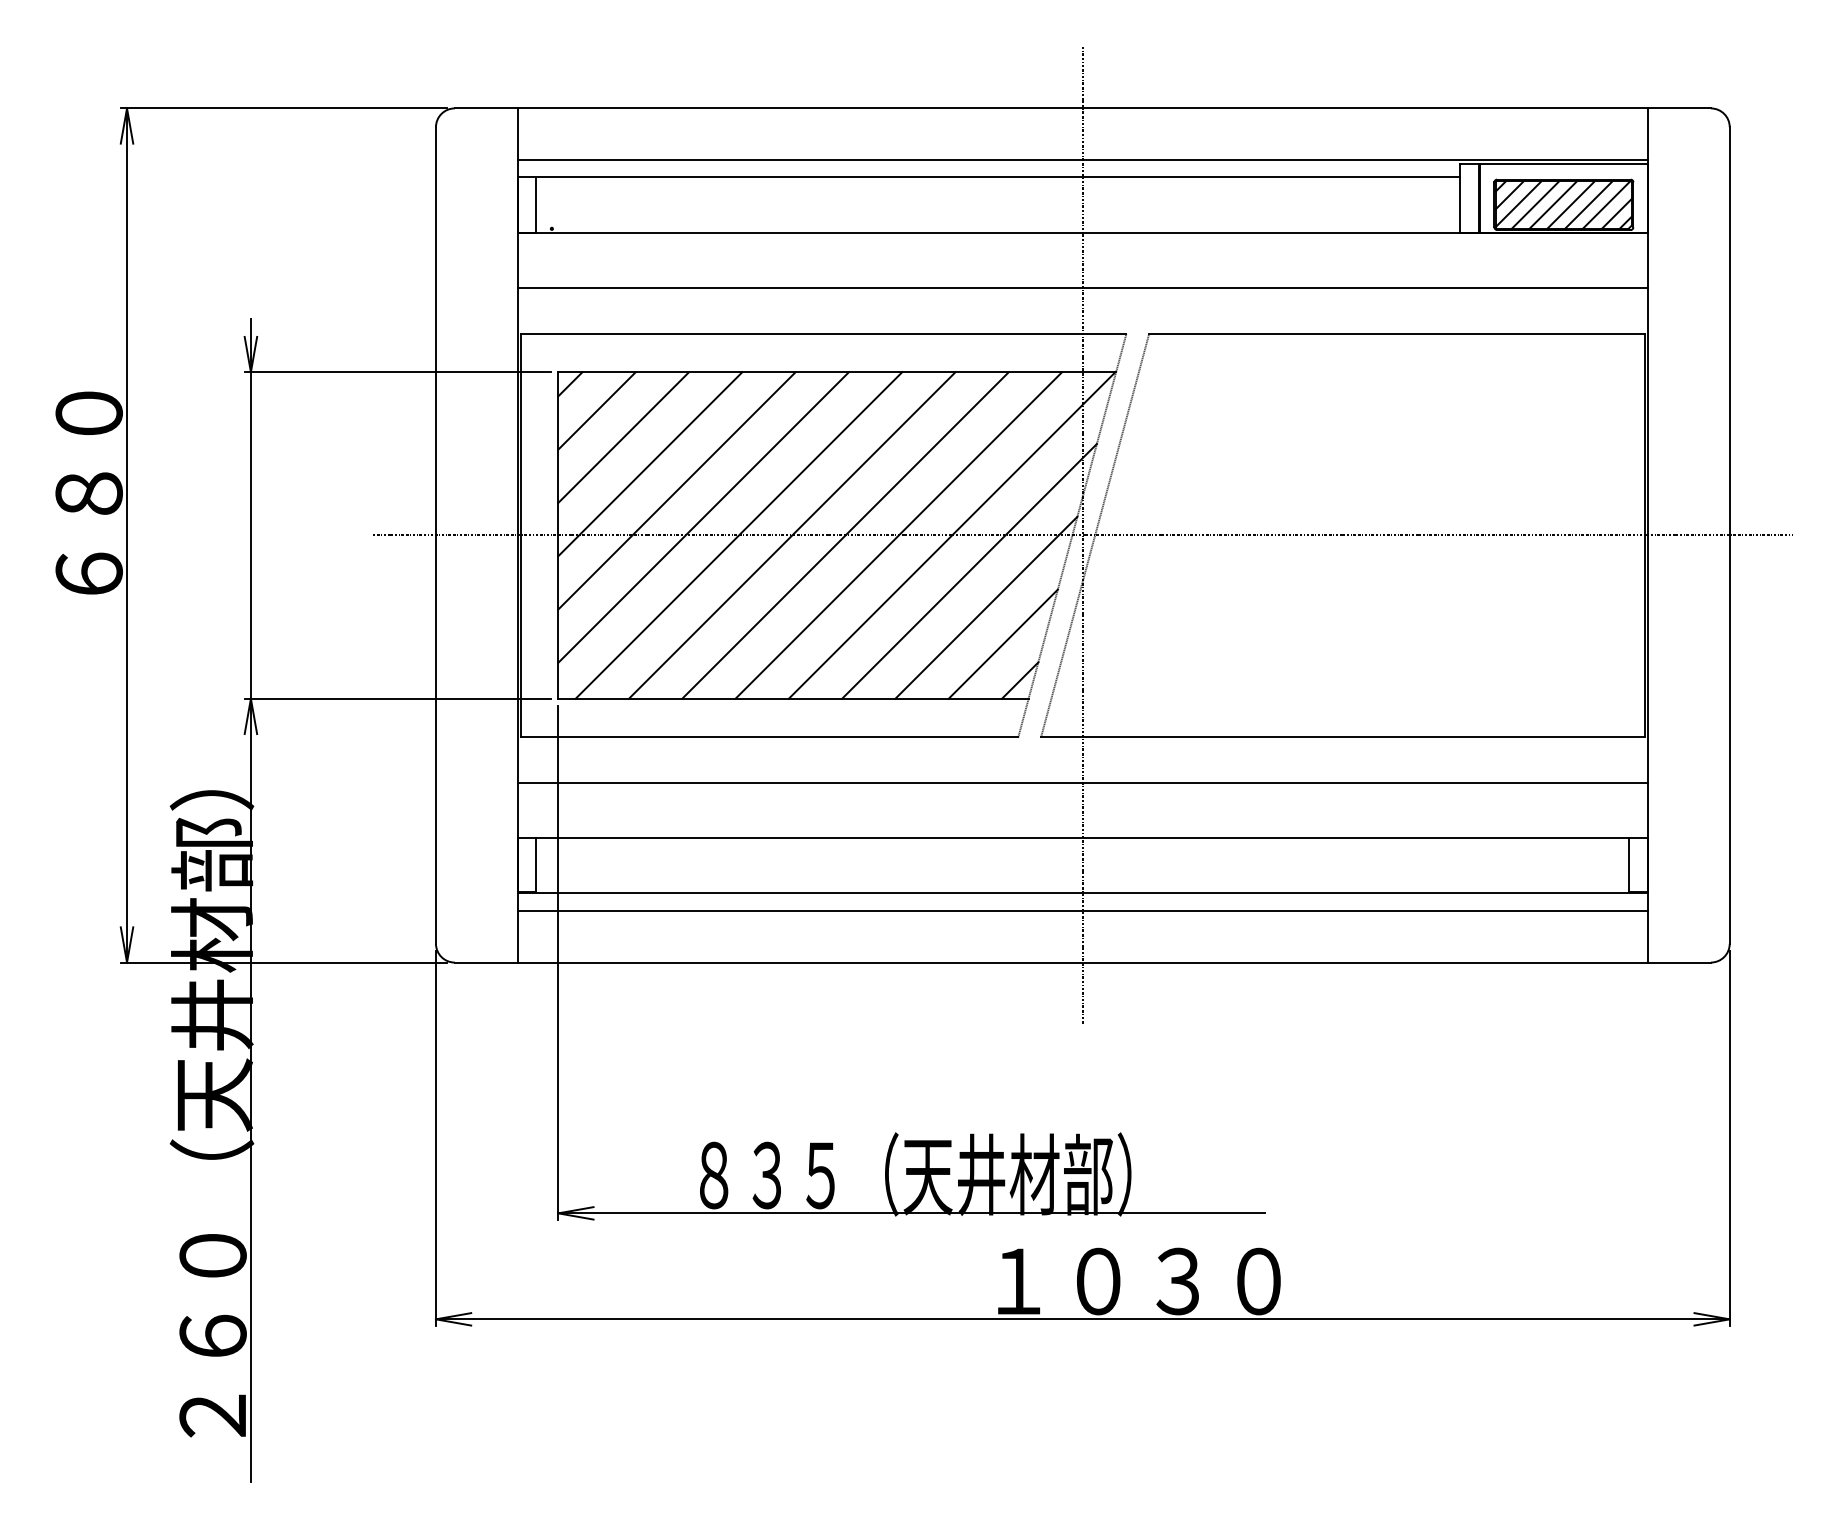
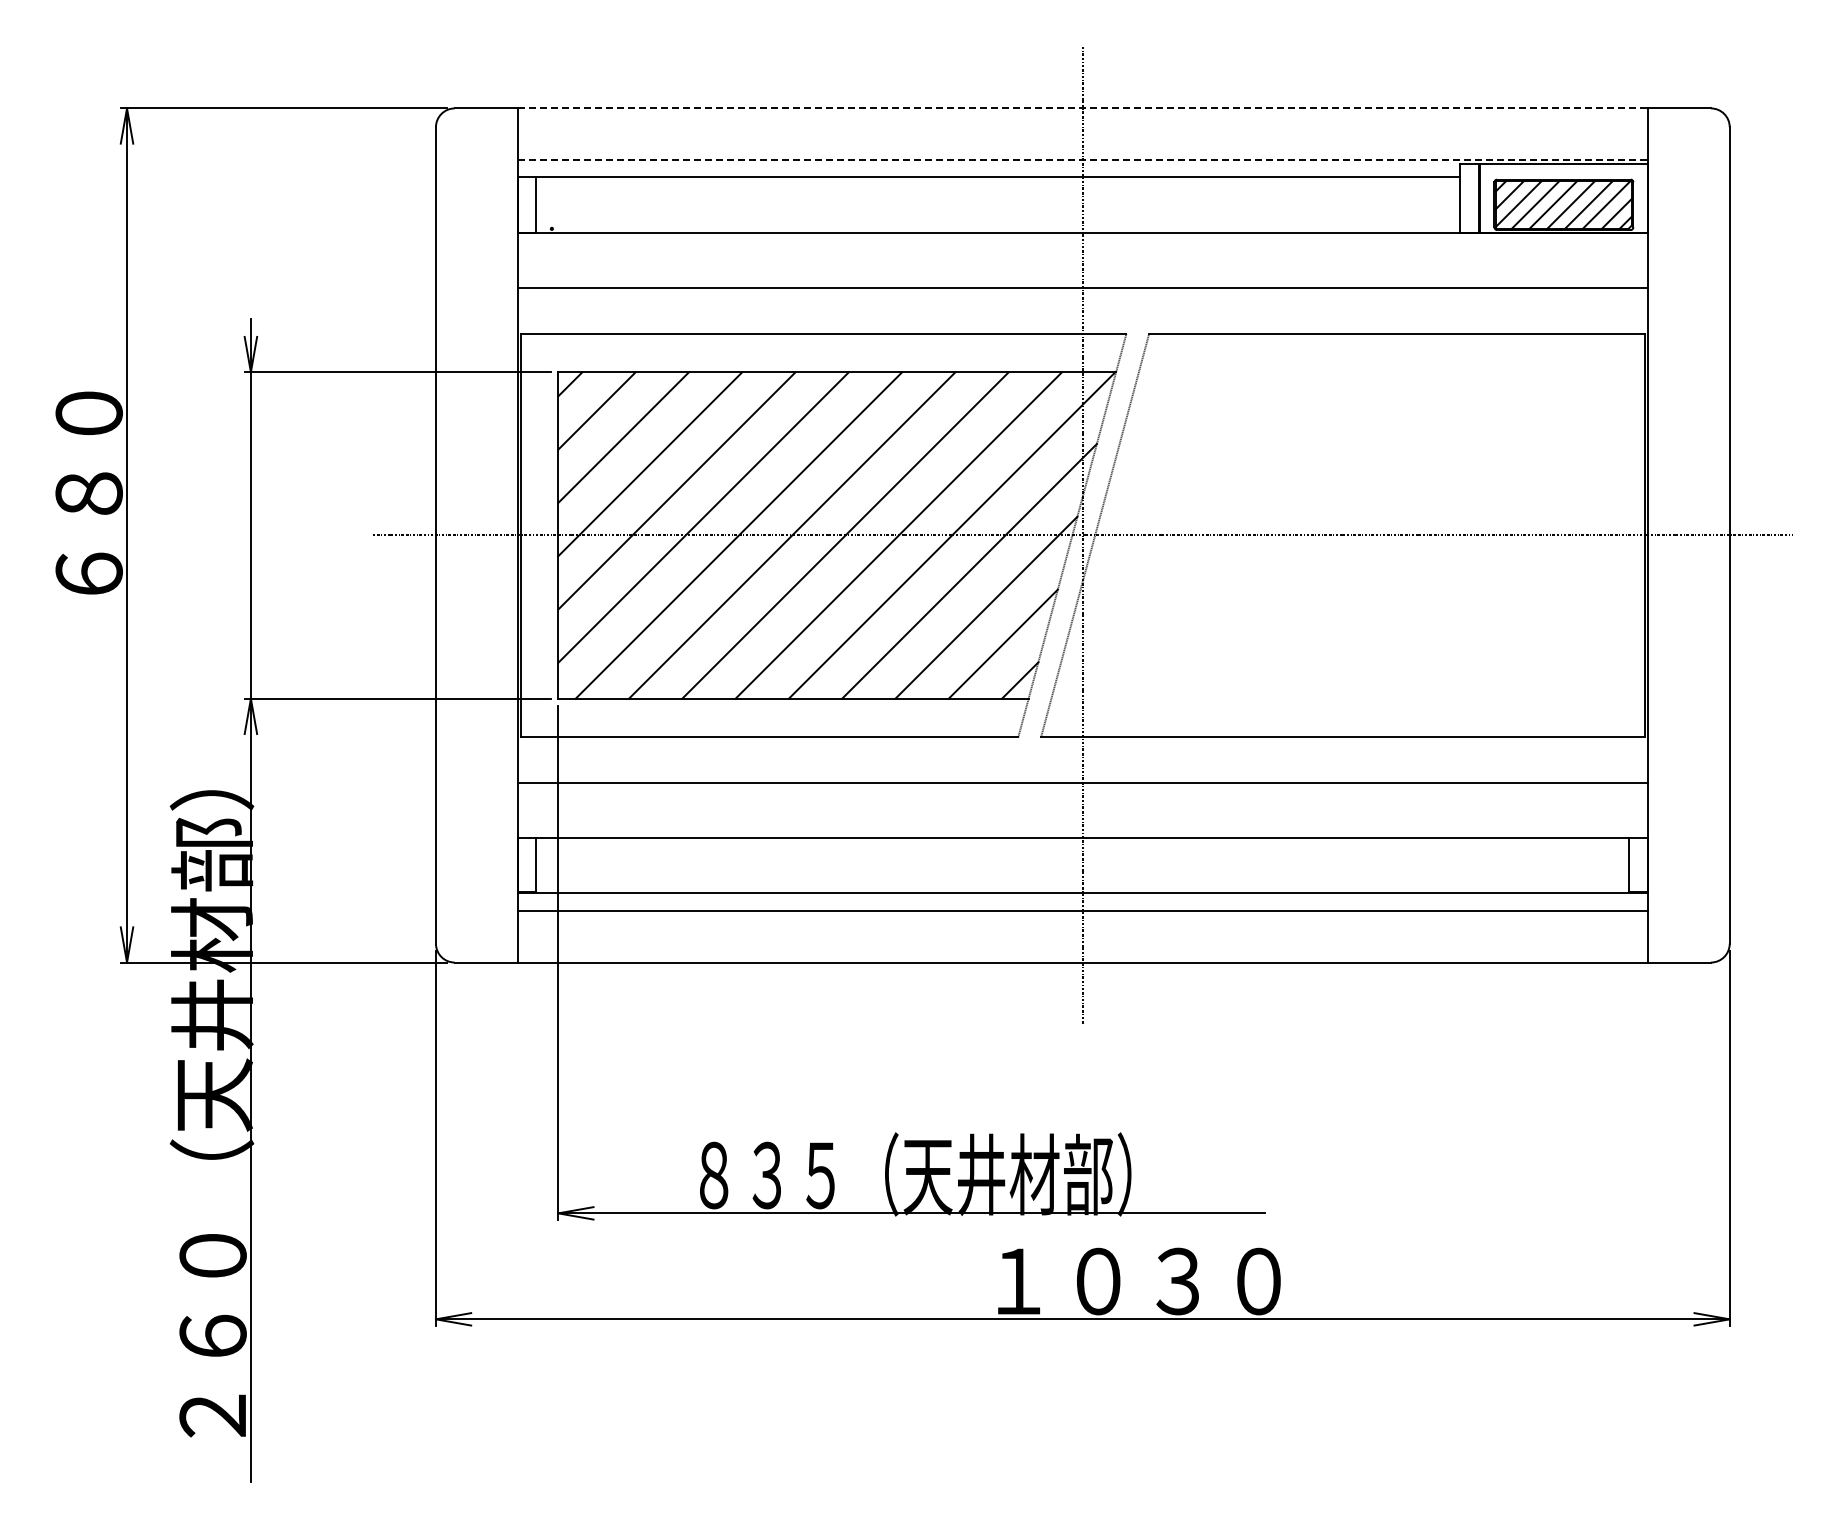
line at (1083, 108): solid -> dashed
line at (1083, 159): solid -> dashed
